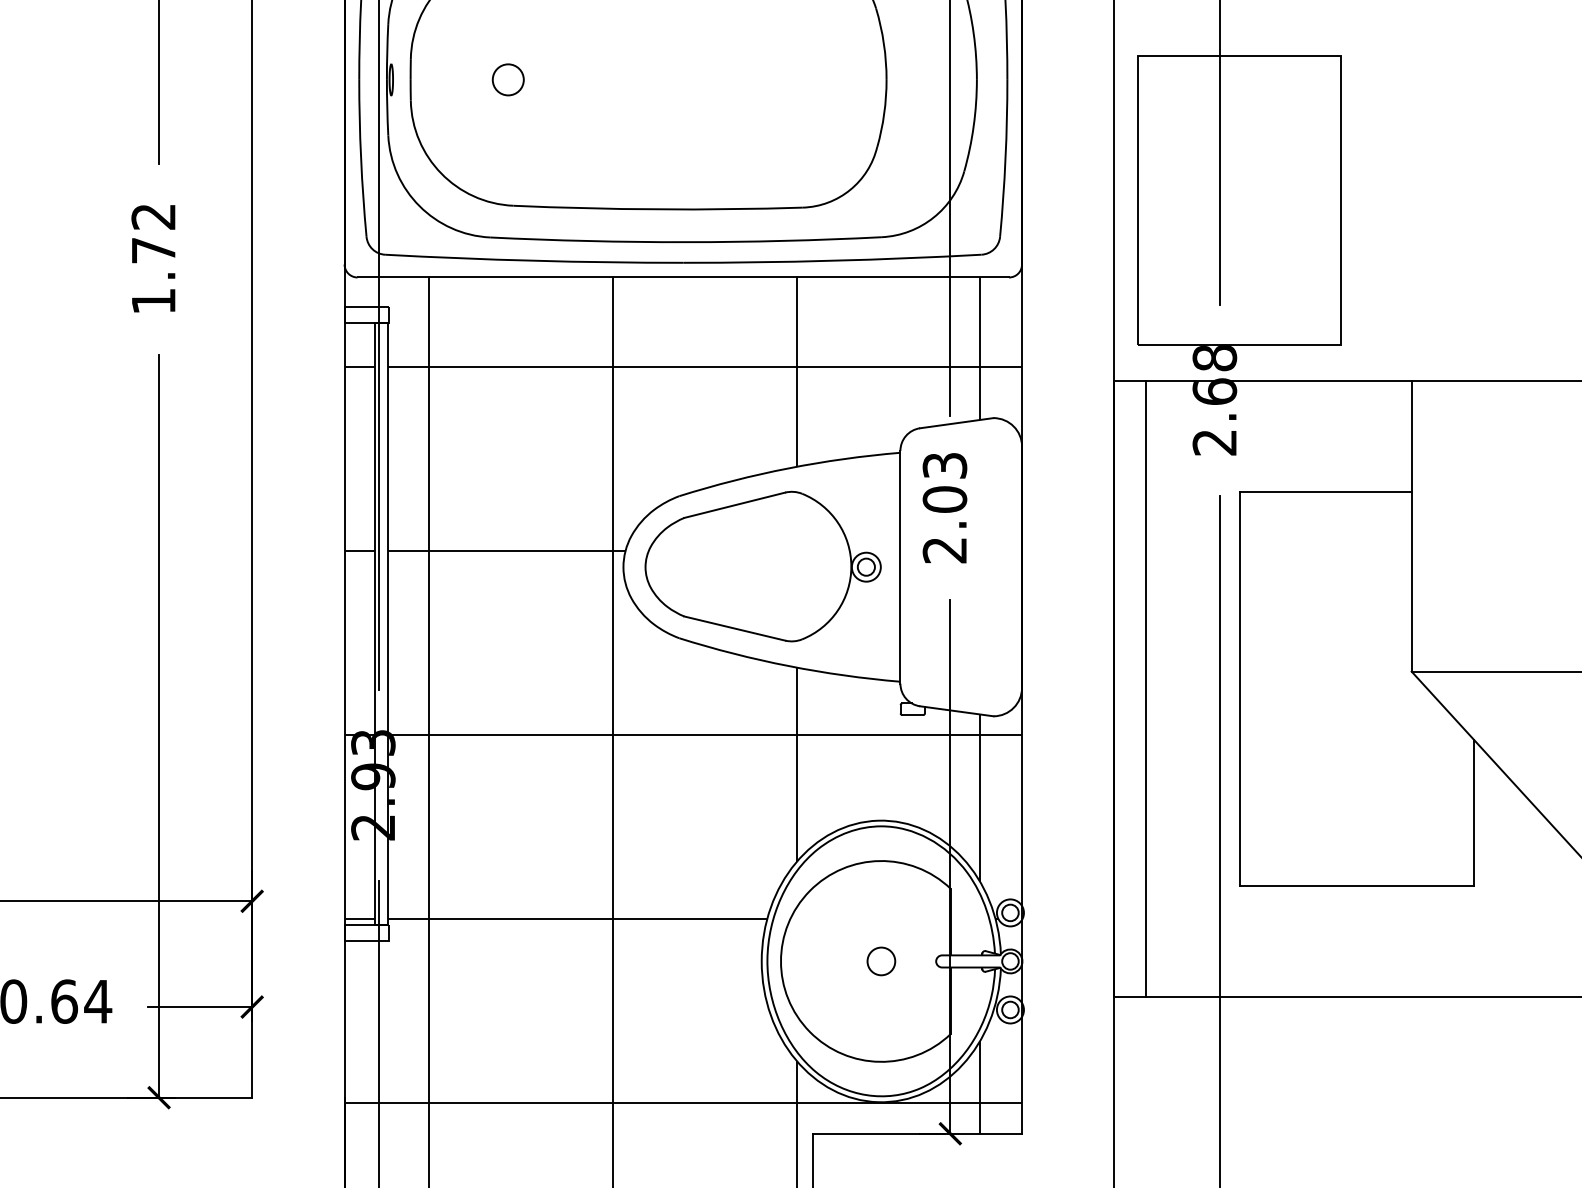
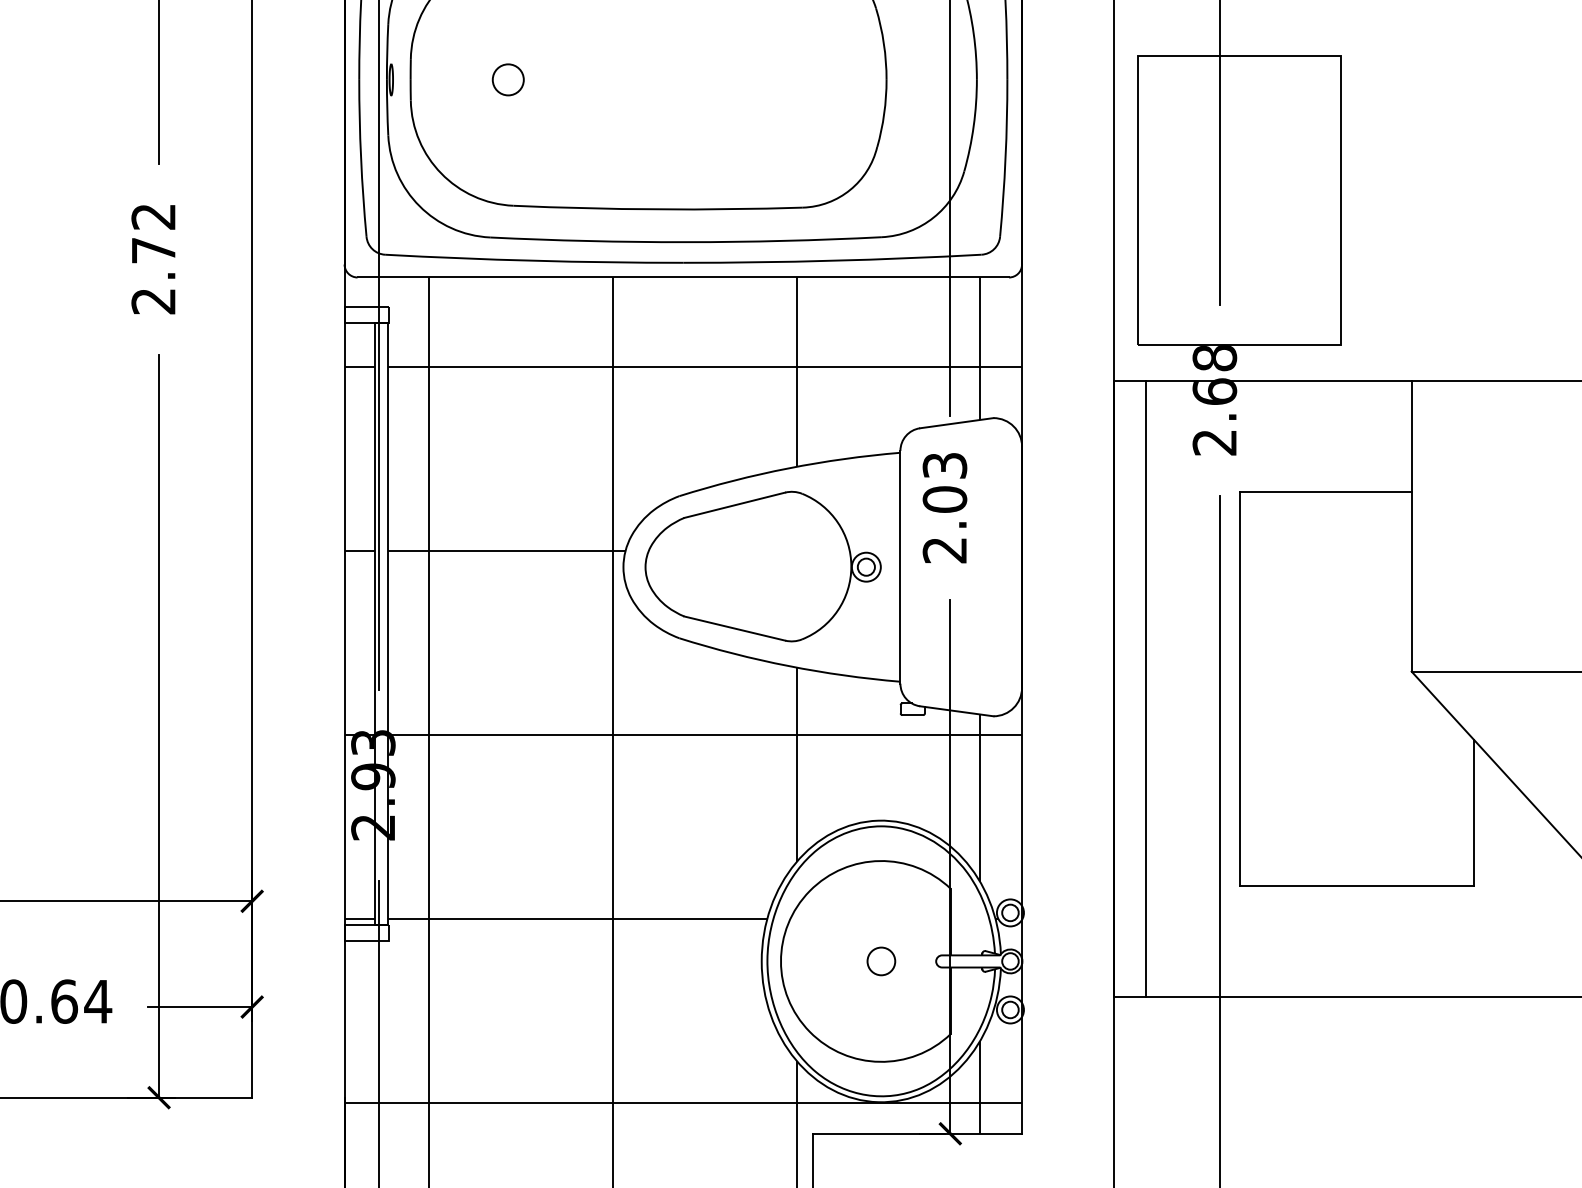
text at (153, 301): 1.72 -> 2.72
